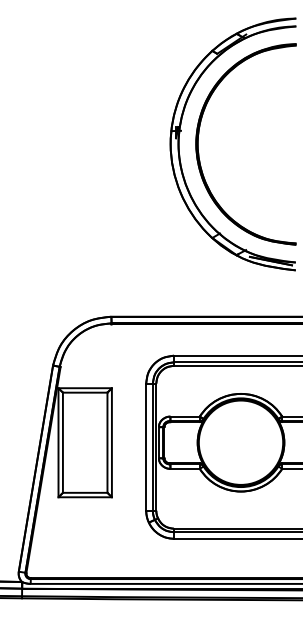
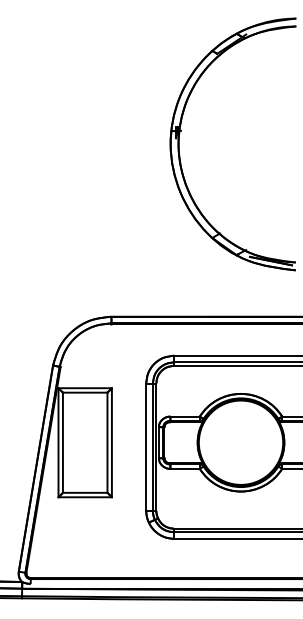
part at (199, 153): present -> none
line at (164, 583): present -> none
